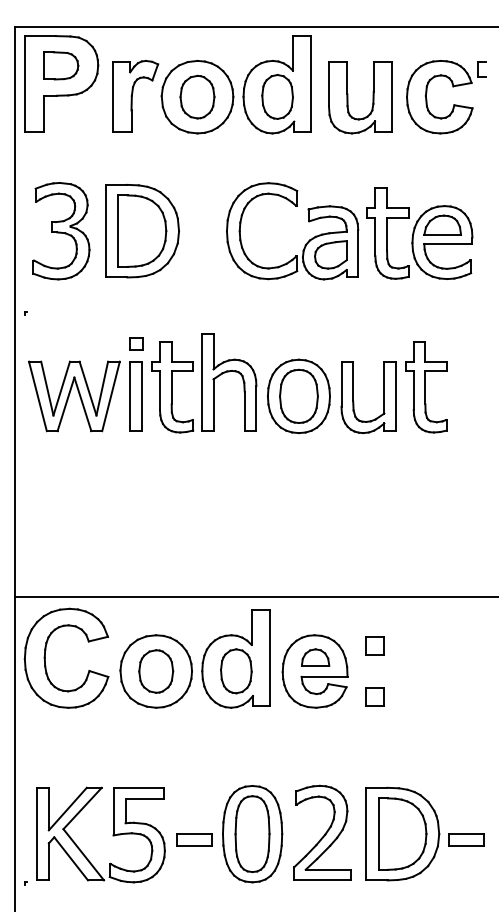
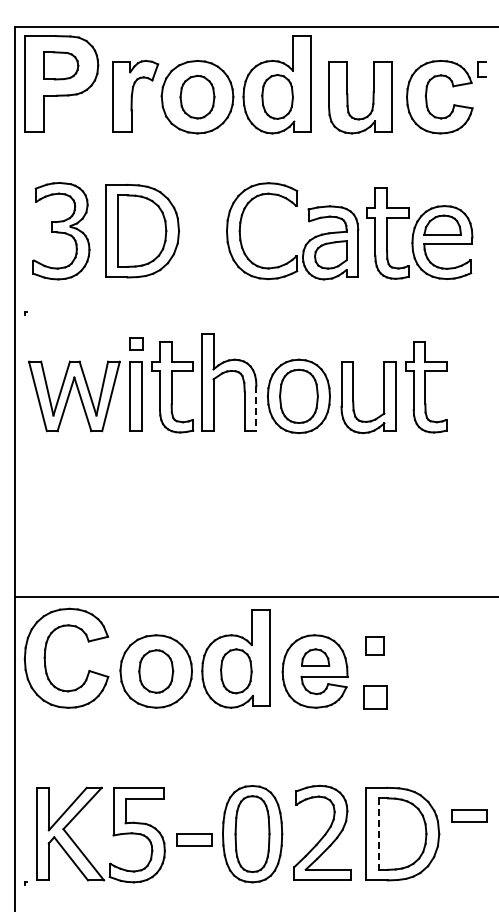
line at (256, 408): solid -> dashed
part at (374, 696) size: 20x20 px -> 25x25 px
line at (378, 834): solid -> dashed
part at (466, 839) position: (466, 839) -> (469, 815)
